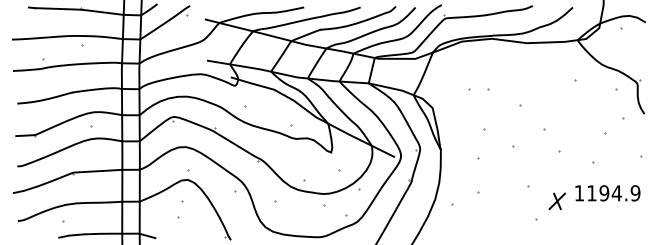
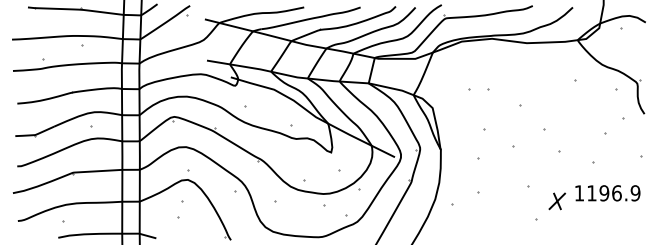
text at (616, 193): 1194.9 -> 1196.9
